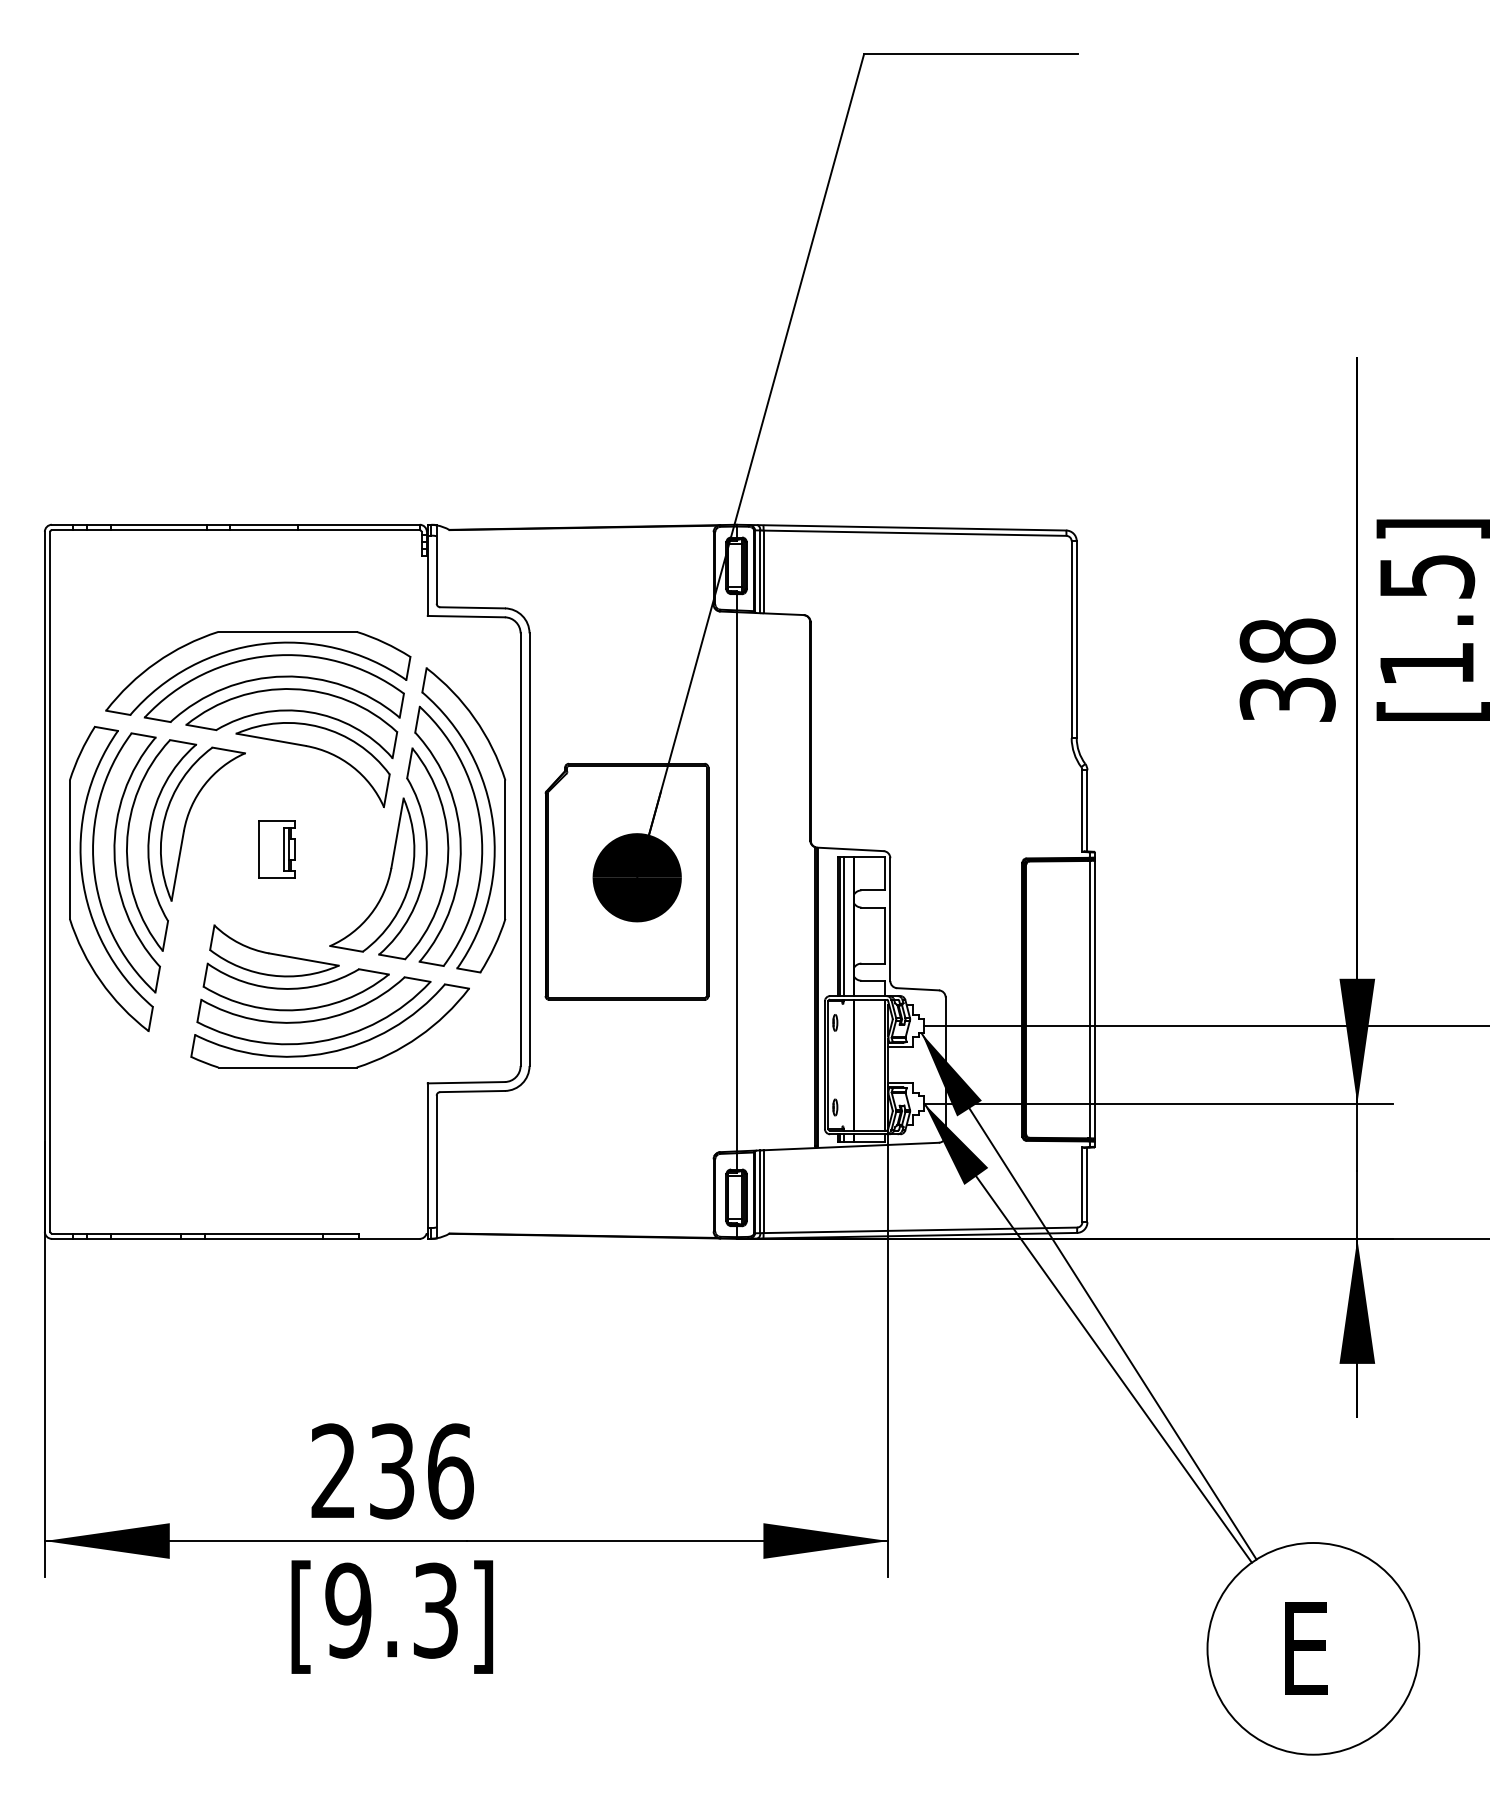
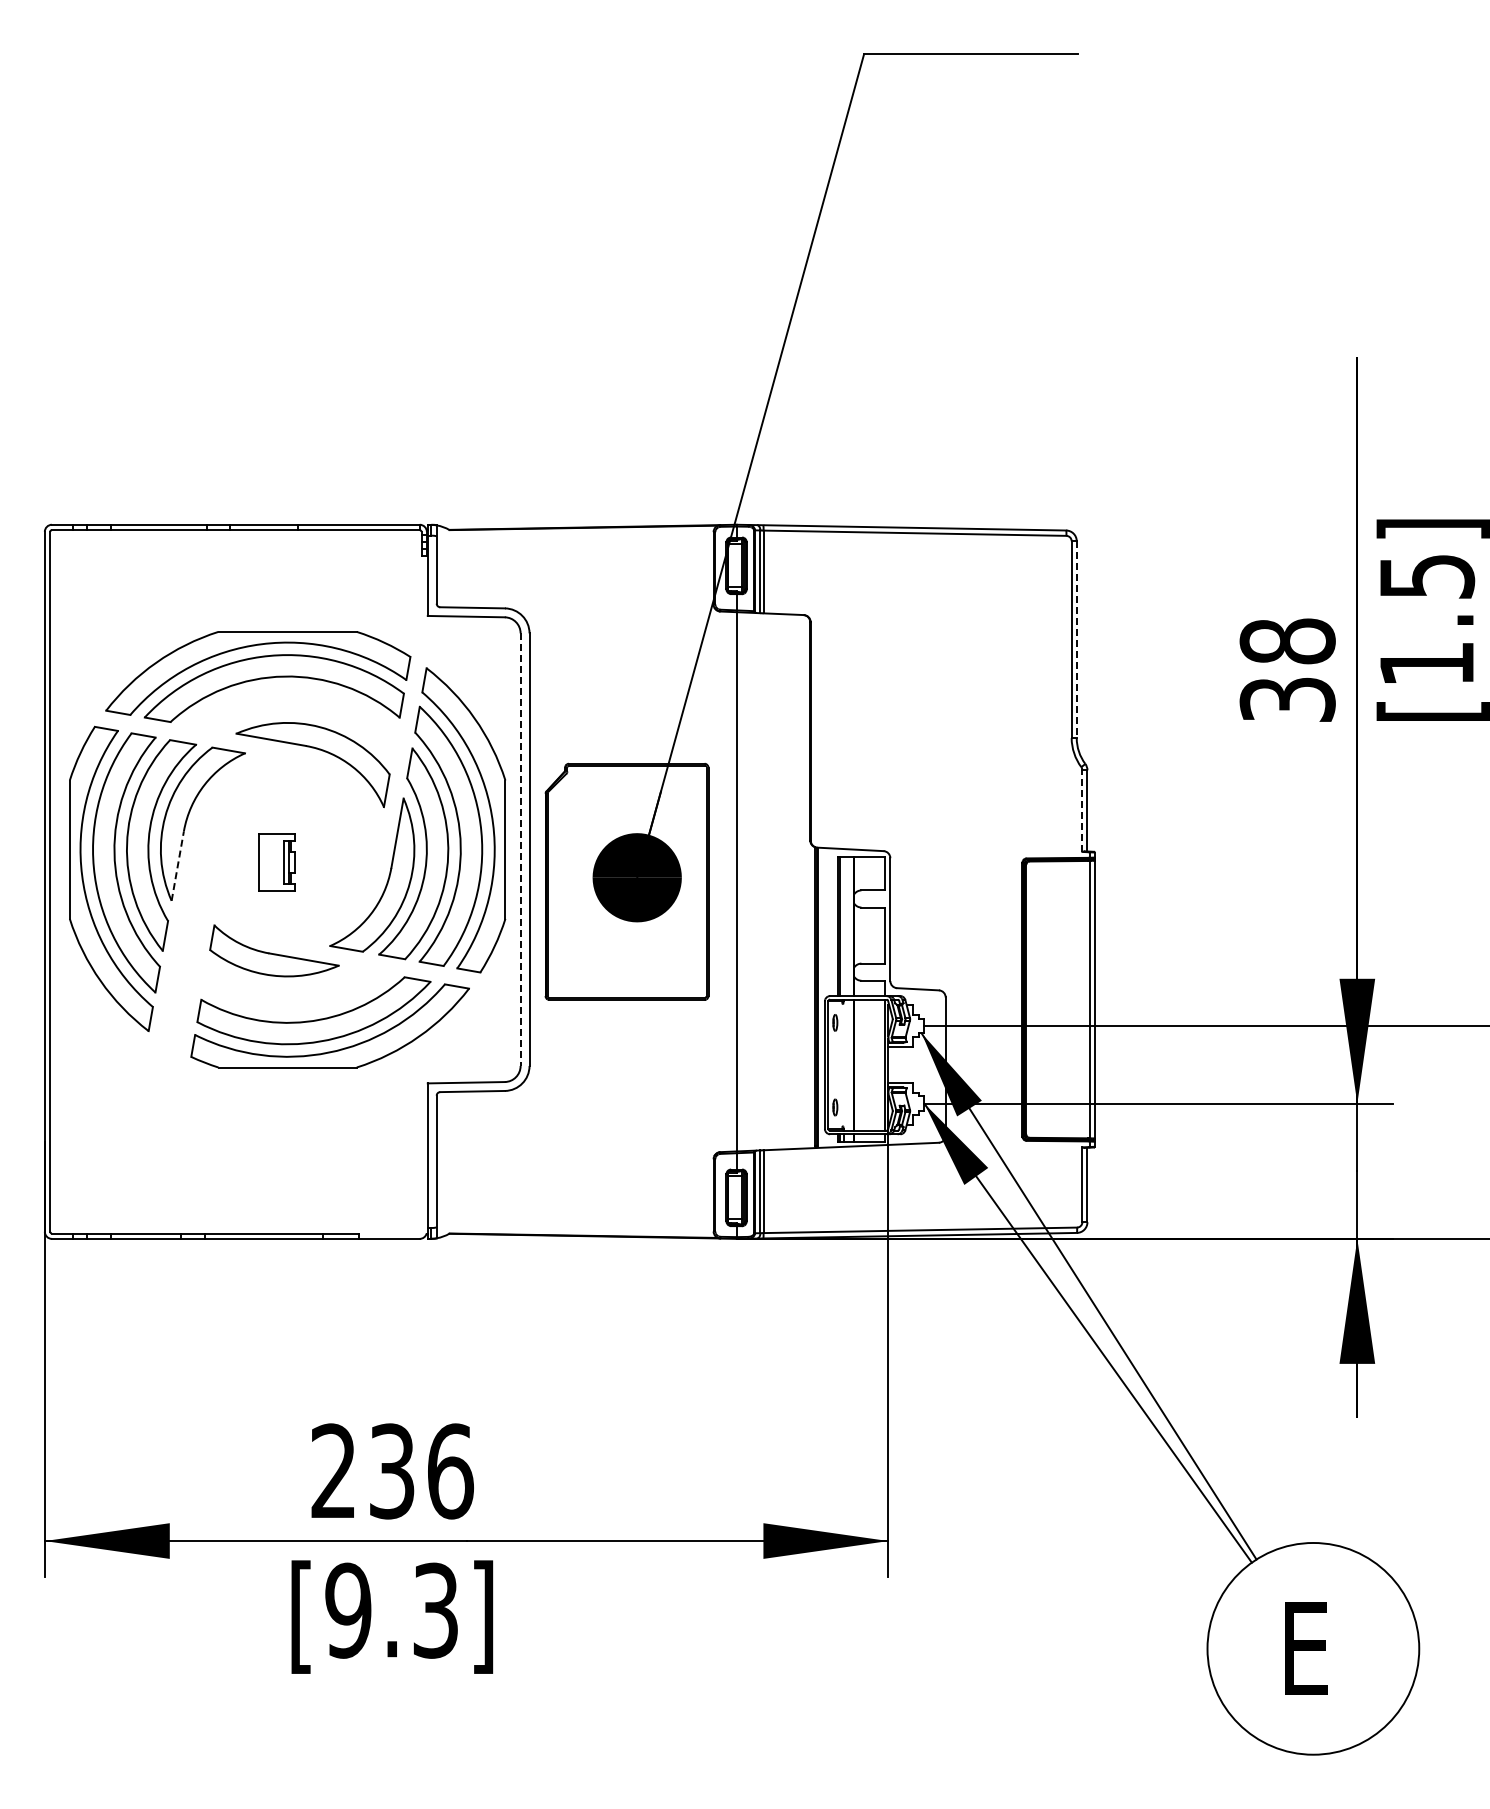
line at (1076, 640): solid -> dashed
part at (291, 711): present -> none
line at (1082, 811): solid -> dashed
part at (276, 849) position: (276, 849) -> (276, 862)
line at (520, 850): solid -> dashed
line at (177, 865): solid -> dashed
line at (843, 926): present -> none
part at (295, 986): present -> none
